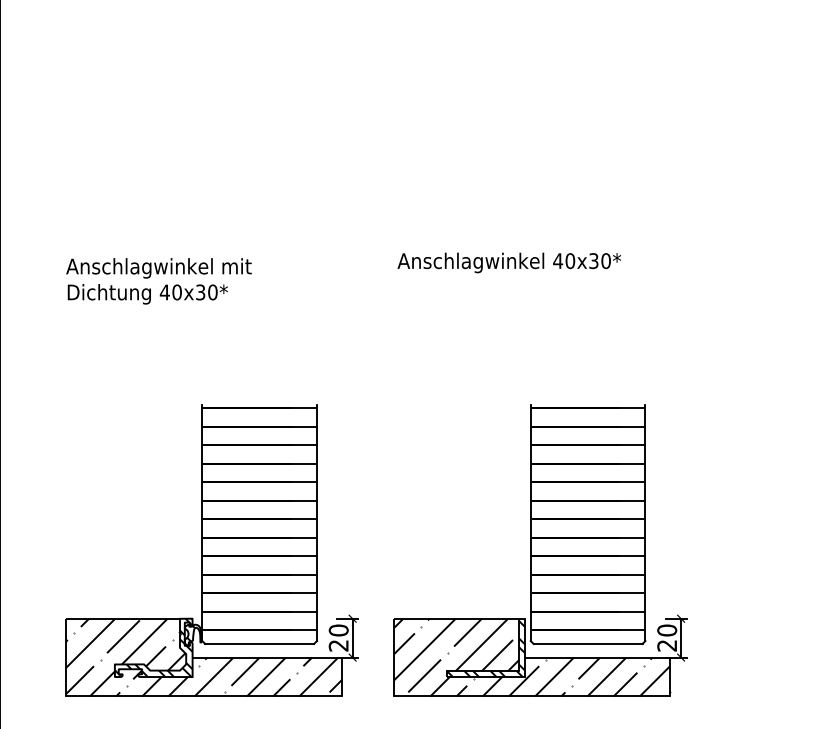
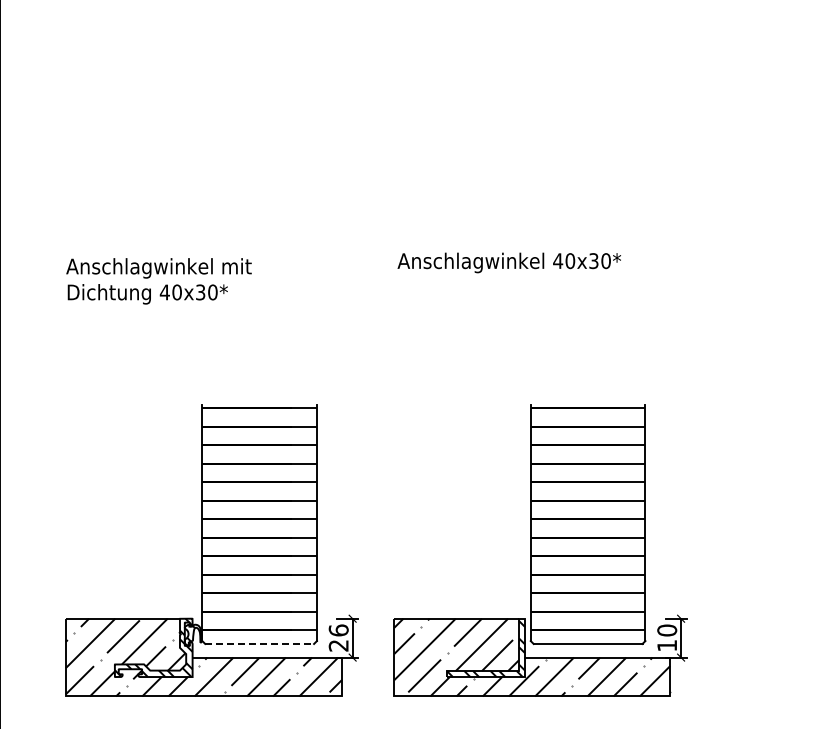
text at (338, 630): 20 -> 26
line at (260, 643): solid -> dashed
text at (666, 645): 20 -> 10
